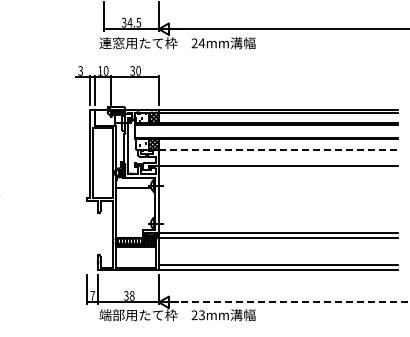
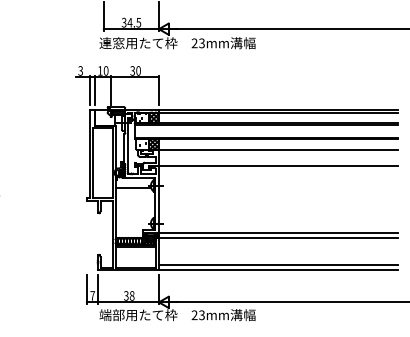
text at (201, 43): 24mm -> 23mm
line at (278, 149): dashed -> solid
line at (290, 302): dashed -> solid
